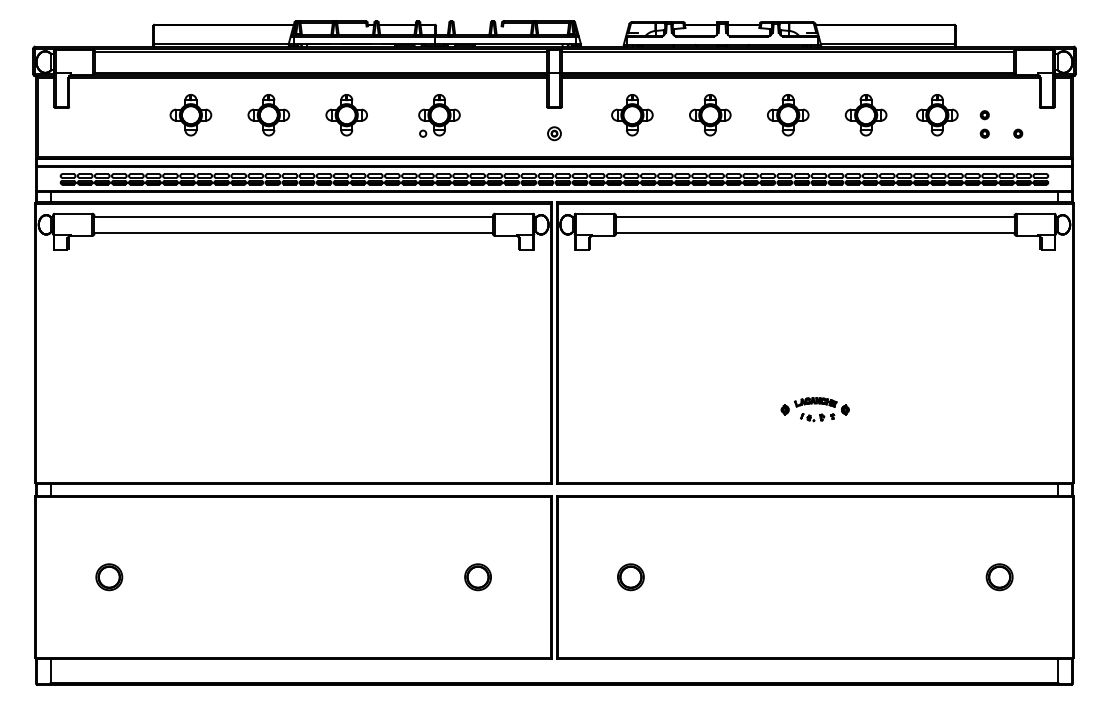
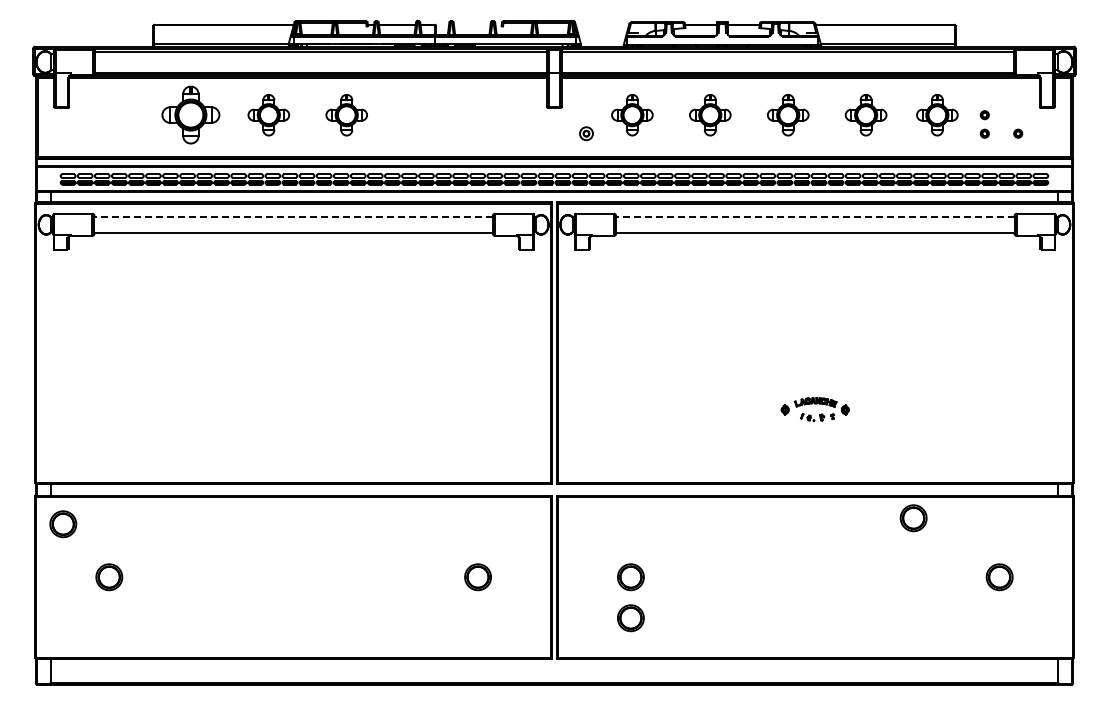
part at (190, 115) size: 44x43 px -> 60x60 px
part at (439, 115): present -> none
part at (554, 133) position: (554, 133) -> (586, 133)
line at (293, 216): solid -> dashed
line at (814, 216): solid -> dashed
part at (913, 518): none -> present
part at (63, 524): none -> present
part at (630, 618): none -> present
